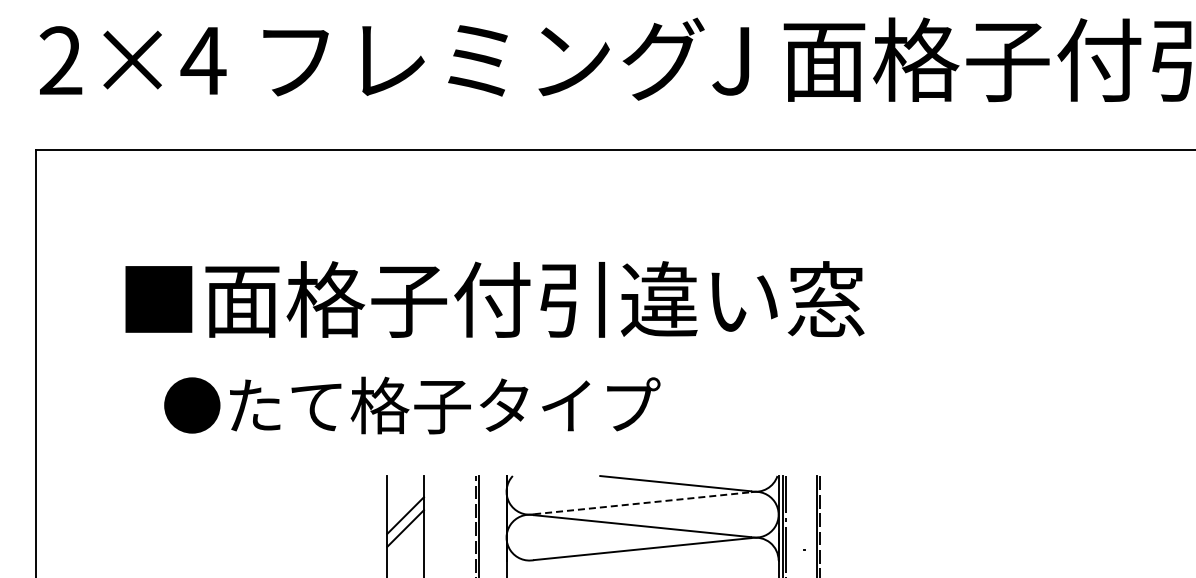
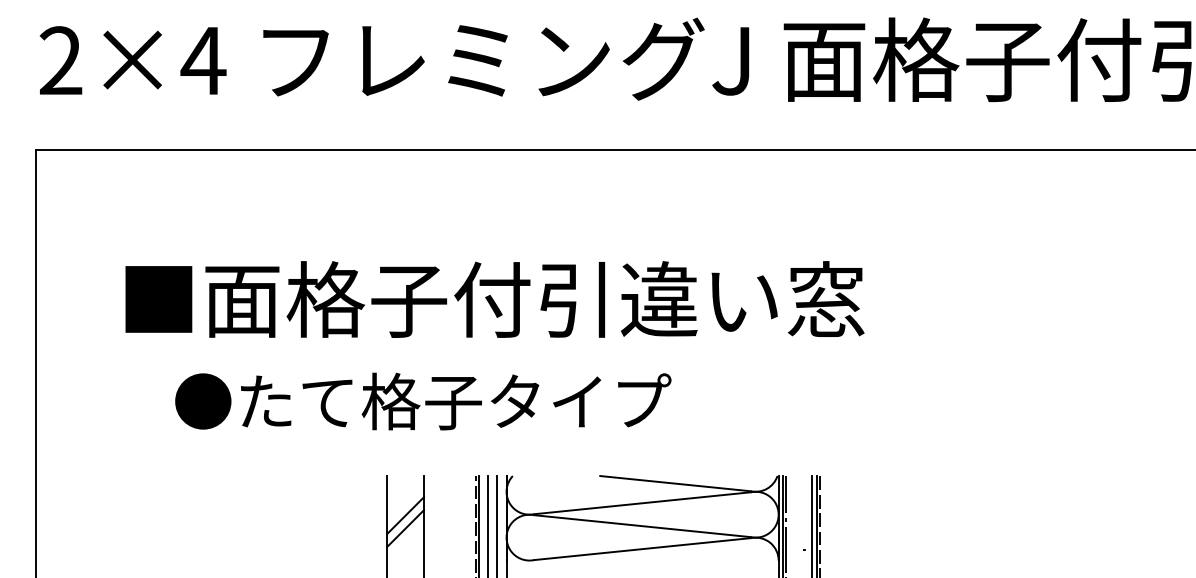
text at (412, 405) position: (412, 405) -> (423, 401)
line at (642, 503): dashed -> solid
line at (488, 525): none -> present
line at (497, 525): none -> present
line at (812, 525): none -> present
